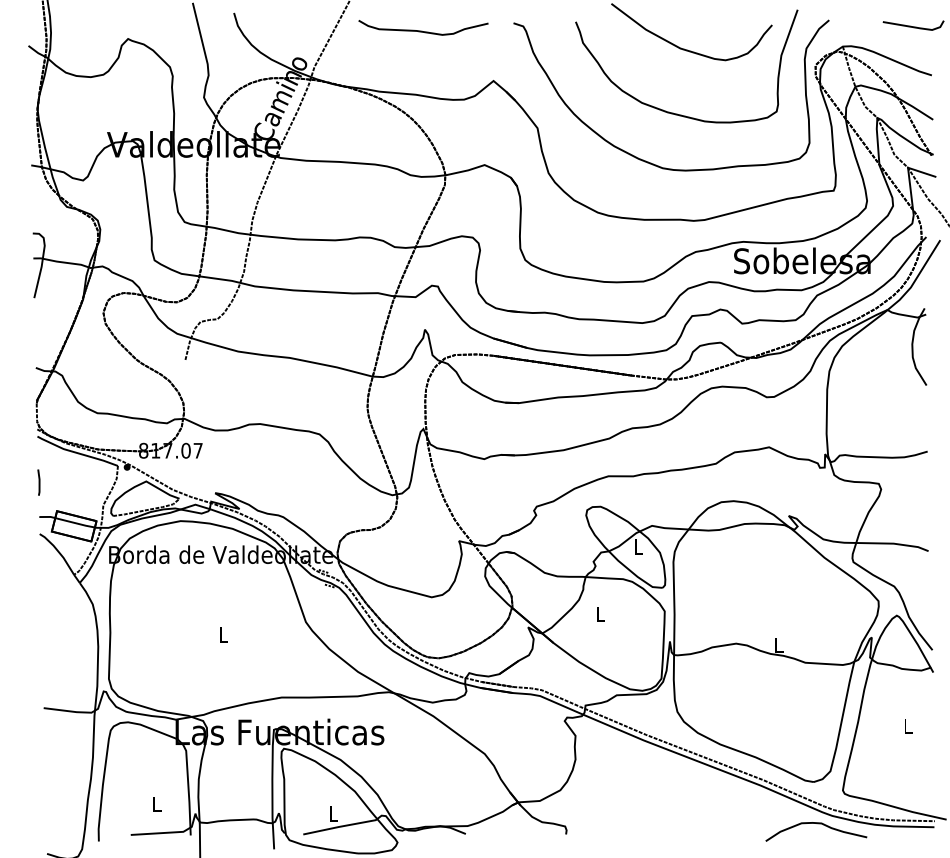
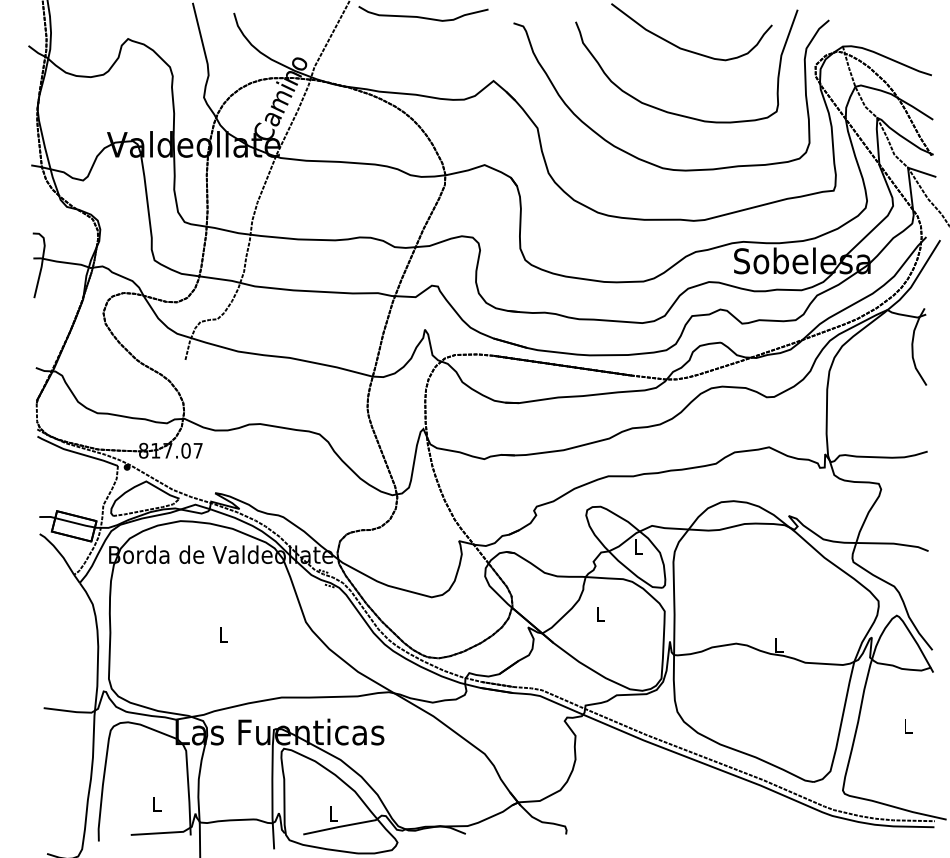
line at (913, 26): present -> none
curve at (422, 30) position: (422, 30) -> (422, 16)
line at (38, 482): present -> none
curve at (817, 824): present -> none
